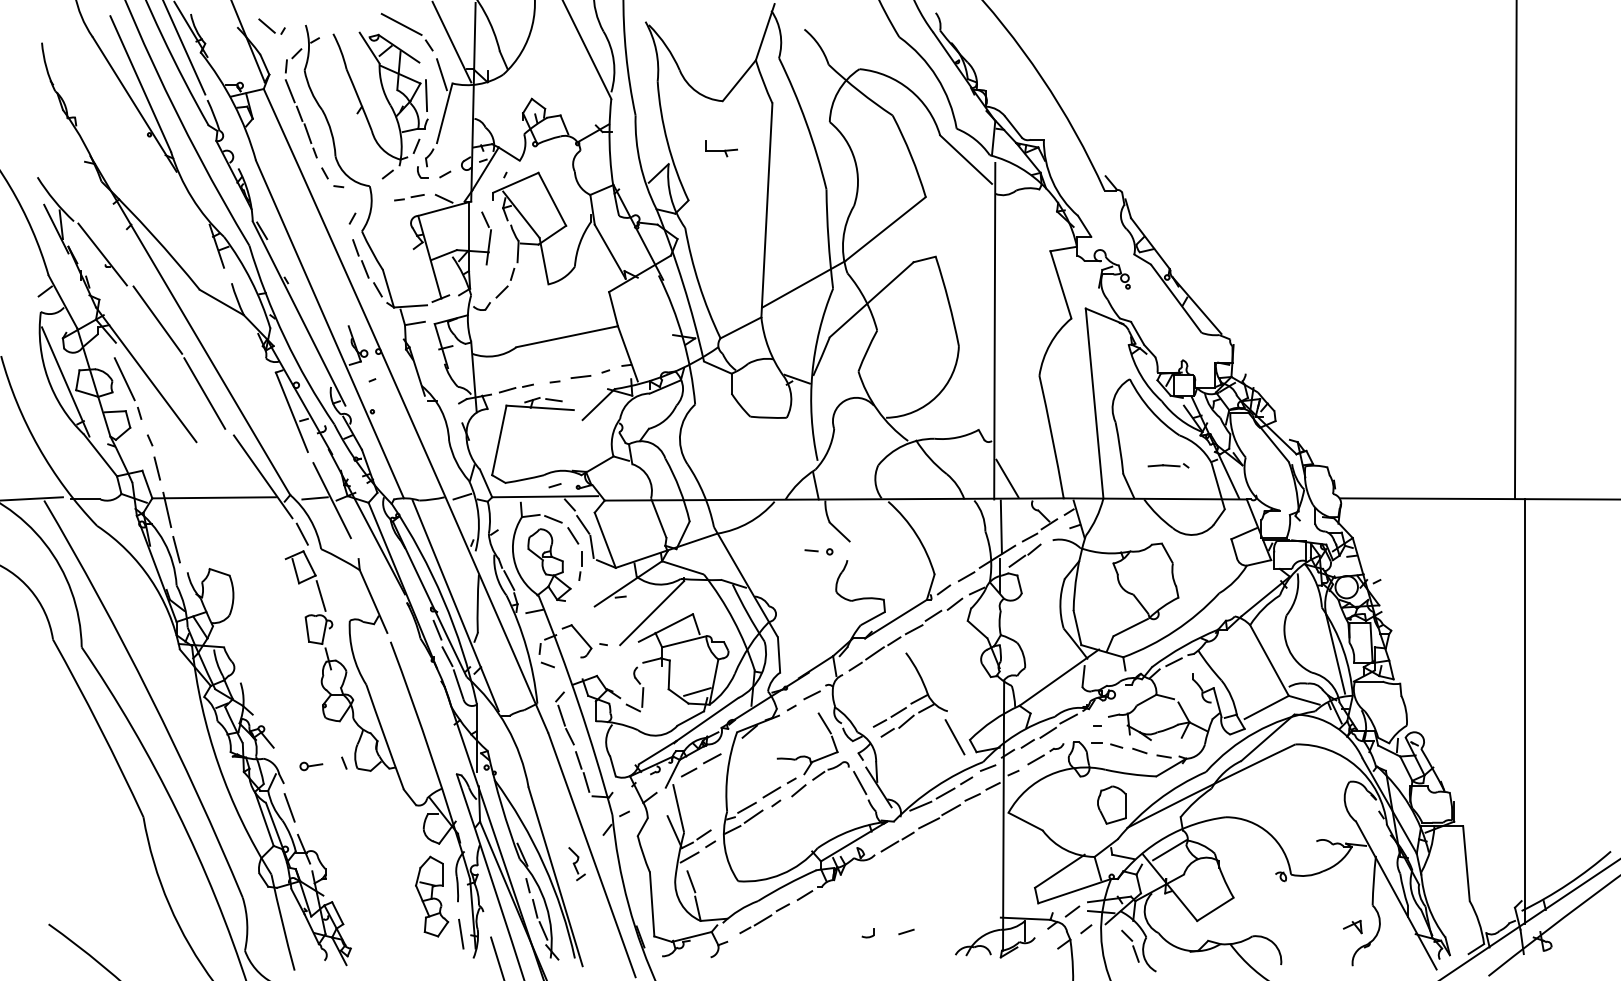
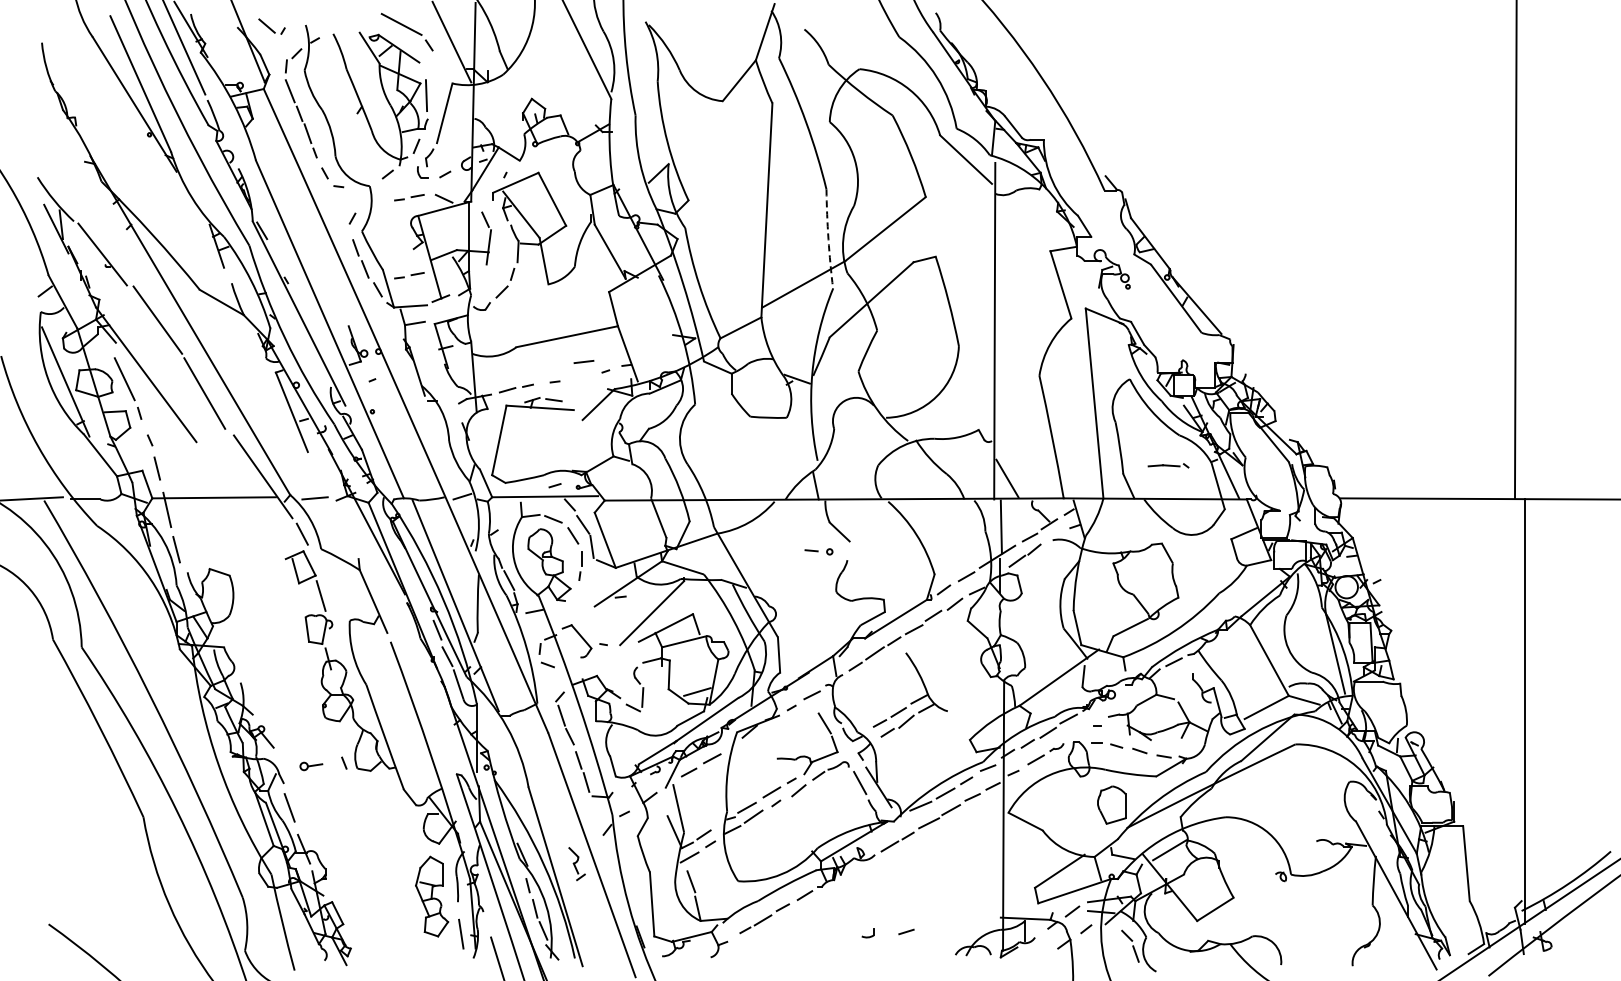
line at (441, 74): present -> none
part at (721, 148): present -> none
arc at (828, 239): solid -> dashed
part at (409, 275): none -> present
line at (580, 376) position: (580, 376) -> (583, 361)
line at (331, 500): present -> none
line at (954, 737): present -> none
part at (1352, 926): present -> none
